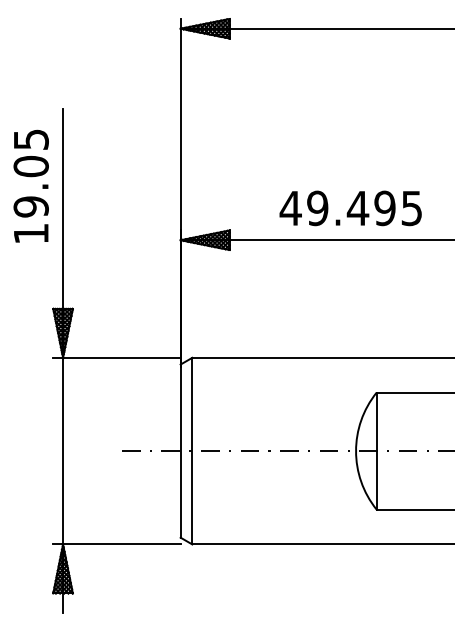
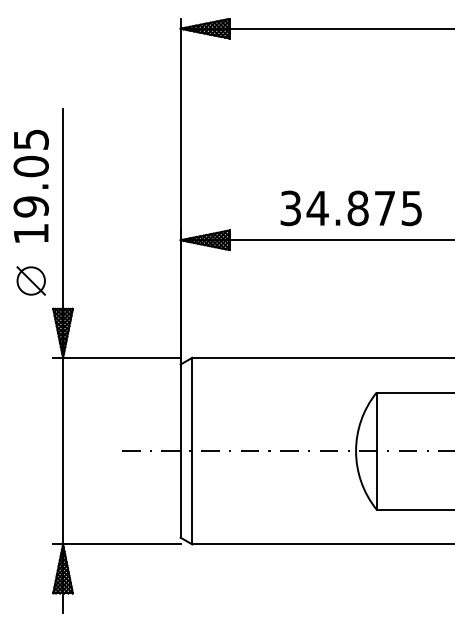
text at (337, 208): 49.495 -> 34.875
part at (30, 280): none -> present
